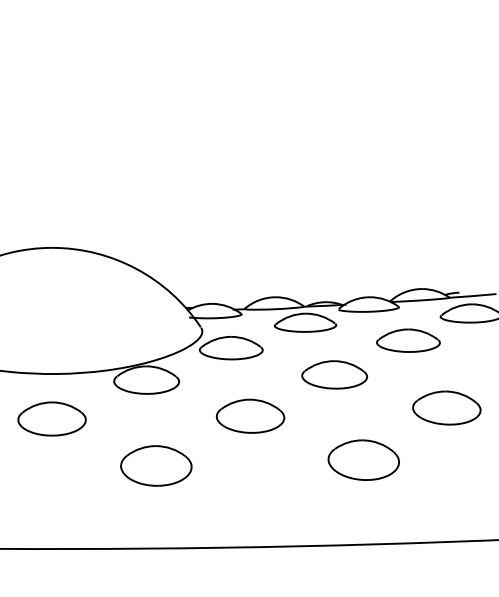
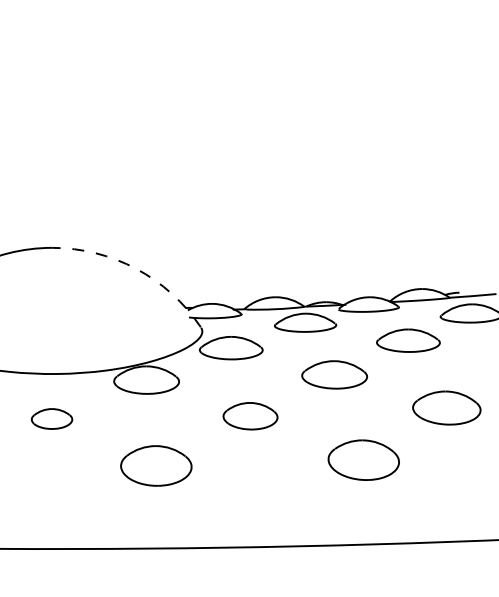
arc at (136, 268): solid -> dashed
part at (250, 415) size: 71x36 px -> 57x29 px
part at (51, 418) size: 70x36 px -> 43x22 px
